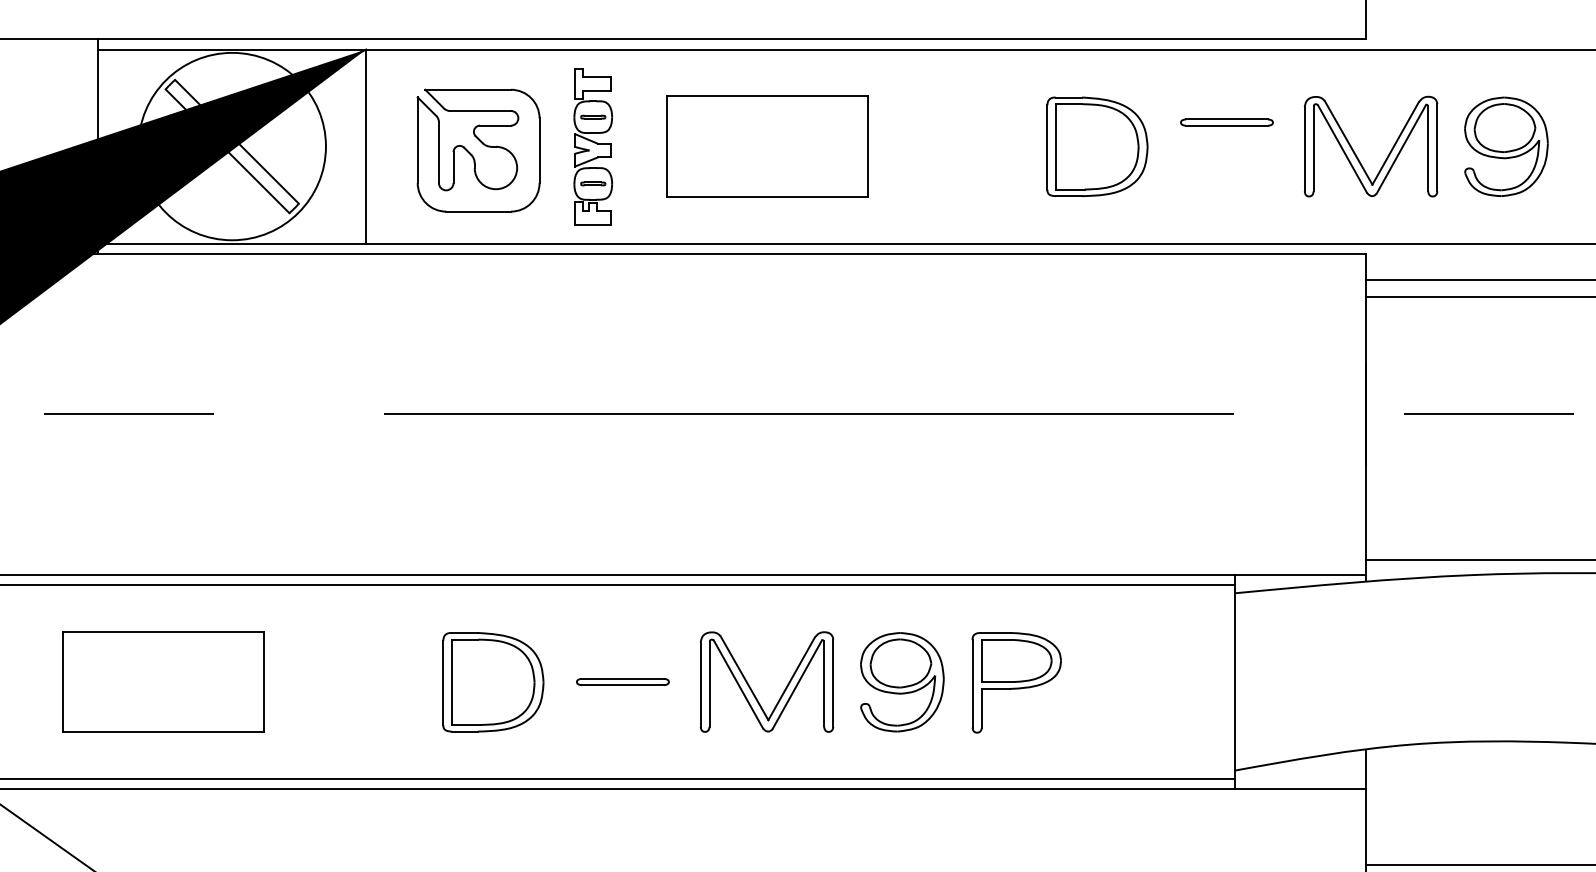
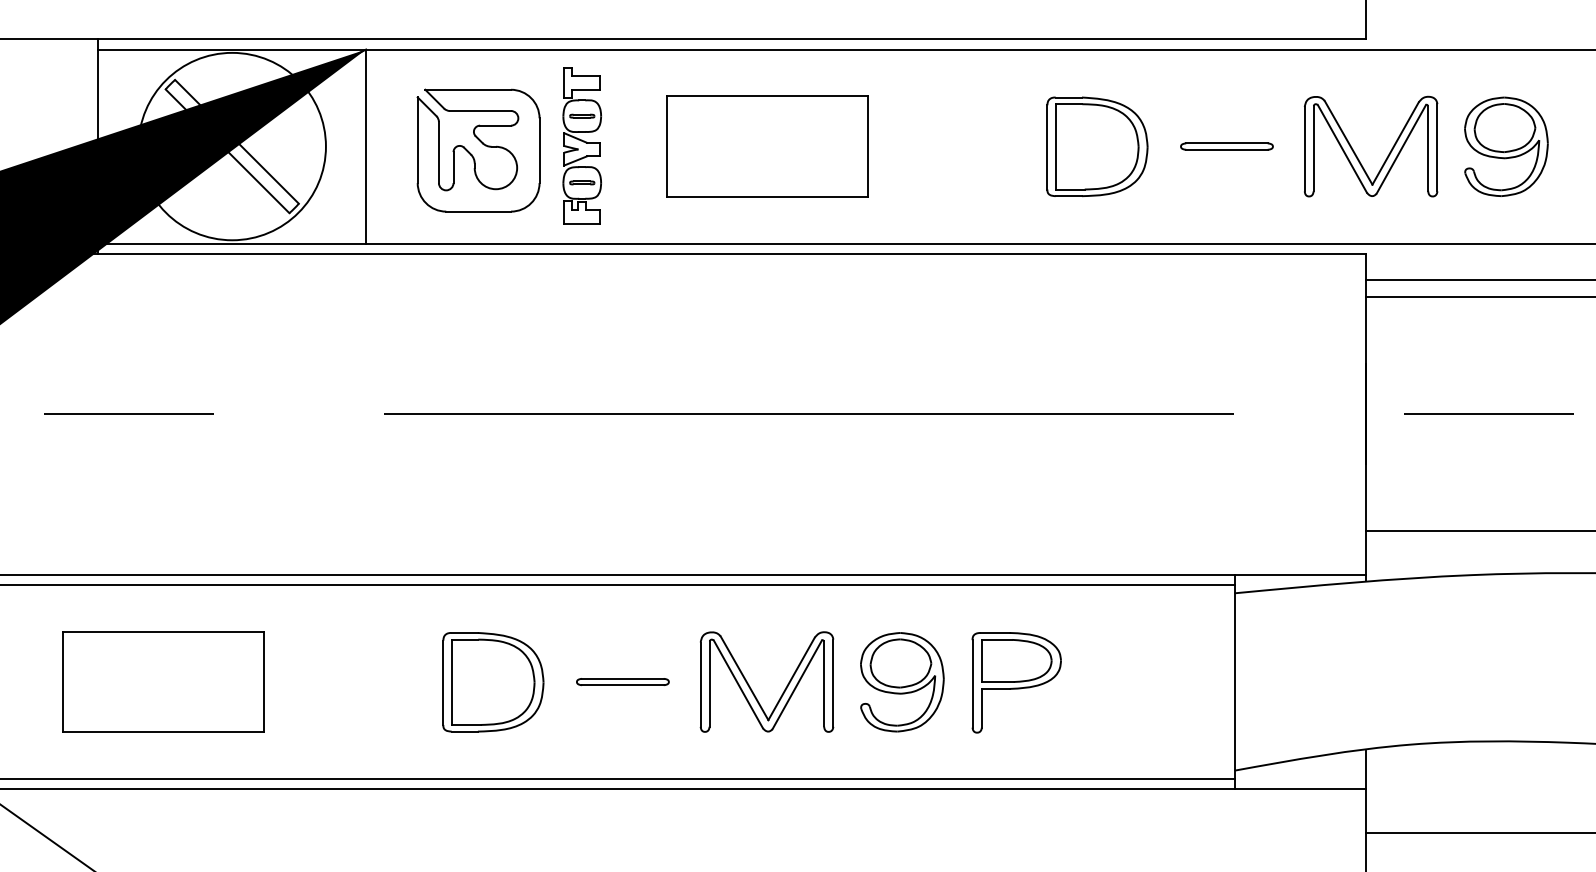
part at (1226, 122) position: (1226, 122) -> (1226, 146)
part at (592, 146) position: (592, 146) -> (581, 145)
line at (1479, 560) position: (1479, 560) -> (1479, 531)
line at (1479, 864) position: (1479, 864) -> (1479, 832)
